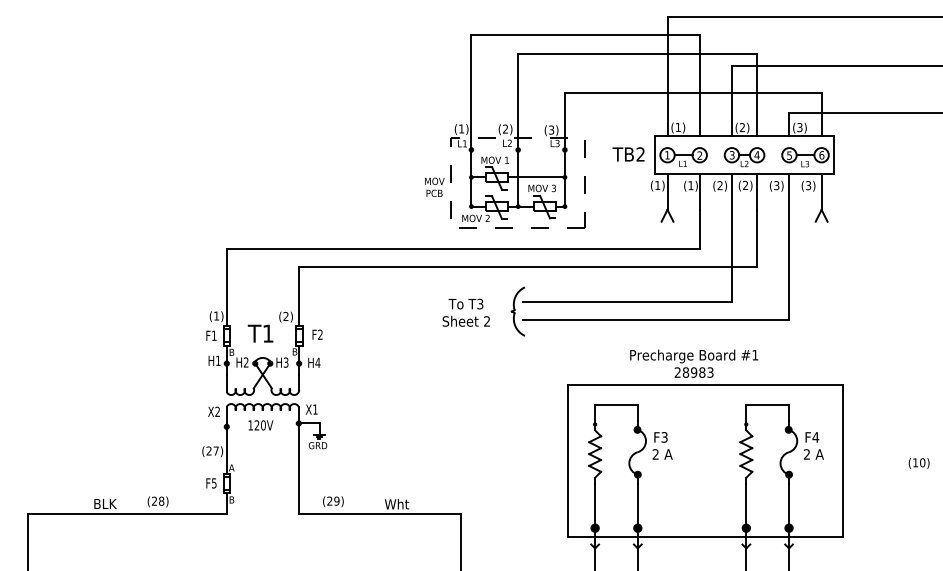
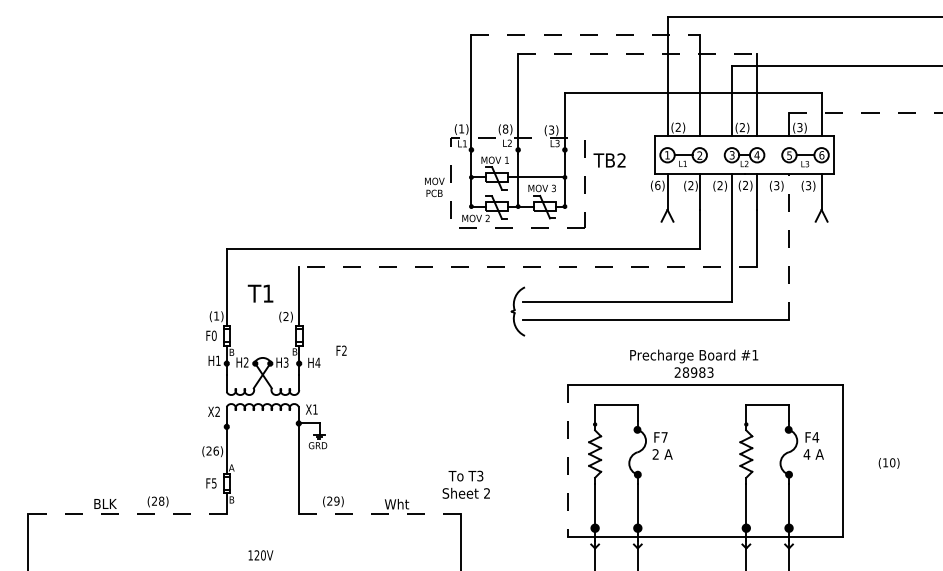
line at (586, 34): solid -> dashed
line at (637, 53): solid -> dashed
line at (866, 113): solid -> dashed
text at (677, 126): (1) -> (2)
text at (505, 128): (2) -> (8)
text at (628, 154) position: (628, 154) -> (609, 160)
text at (657, 184): (1) -> (6)
text at (690, 185): (1) -> (2)
line at (789, 247): solid -> dashed
line at (528, 266): solid -> dashed
text at (465, 312) position: (465, 312) -> (465, 484)
text at (260, 333) position: (260, 333) -> (260, 293)
text at (317, 334) position: (317, 334) -> (341, 350)
text at (213, 335): F1 -> F0
text at (260, 425) position: (260, 425) -> (260, 555)
text at (664, 437): F3 -> F7
text at (215, 450): (27) -> (26)
text at (806, 454): 2 -> 4
line at (568, 461): solid -> dashed
text at (918, 463) position: (918, 463) -> (888, 463)
line at (127, 513): solid -> dashed
line at (379, 513): solid -> dashed
